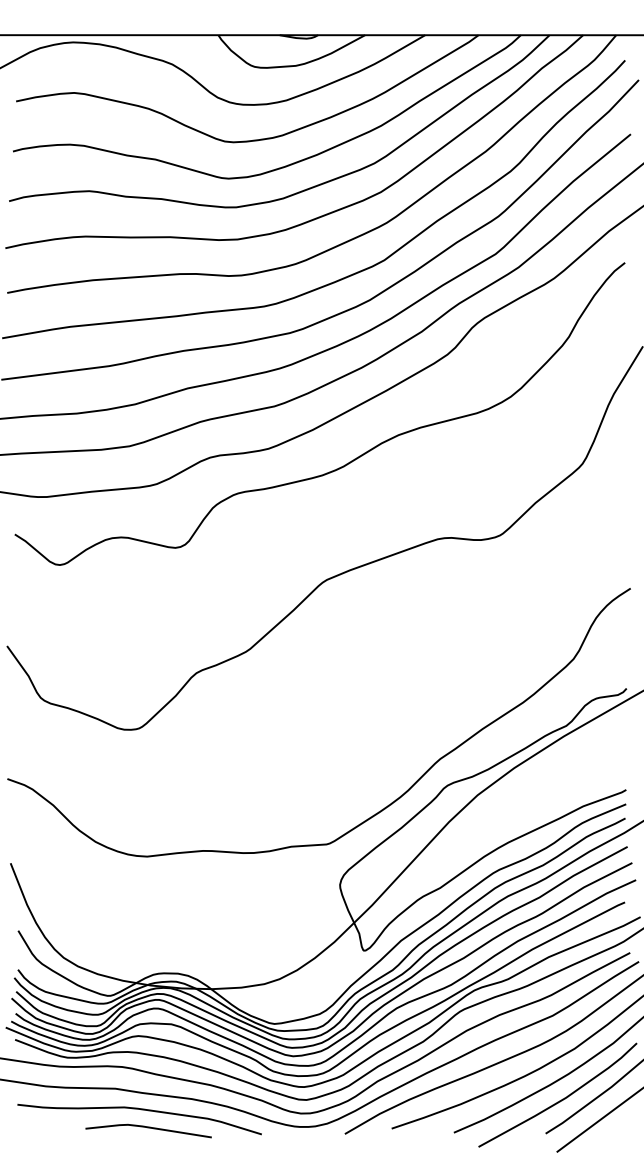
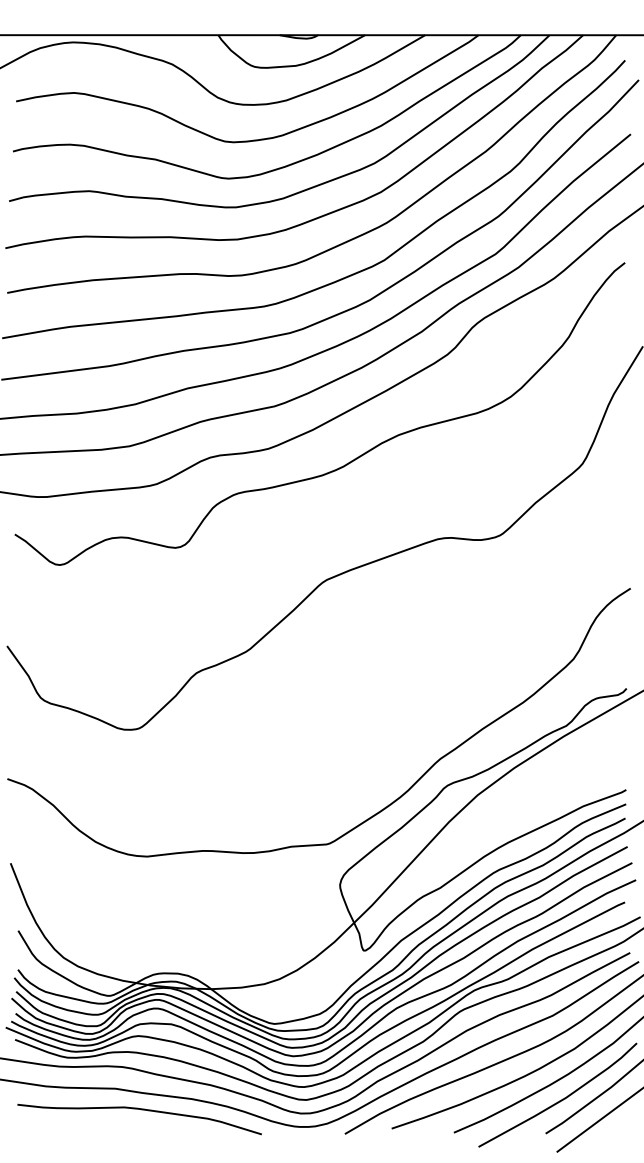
line at (148, 1128): present -> none
